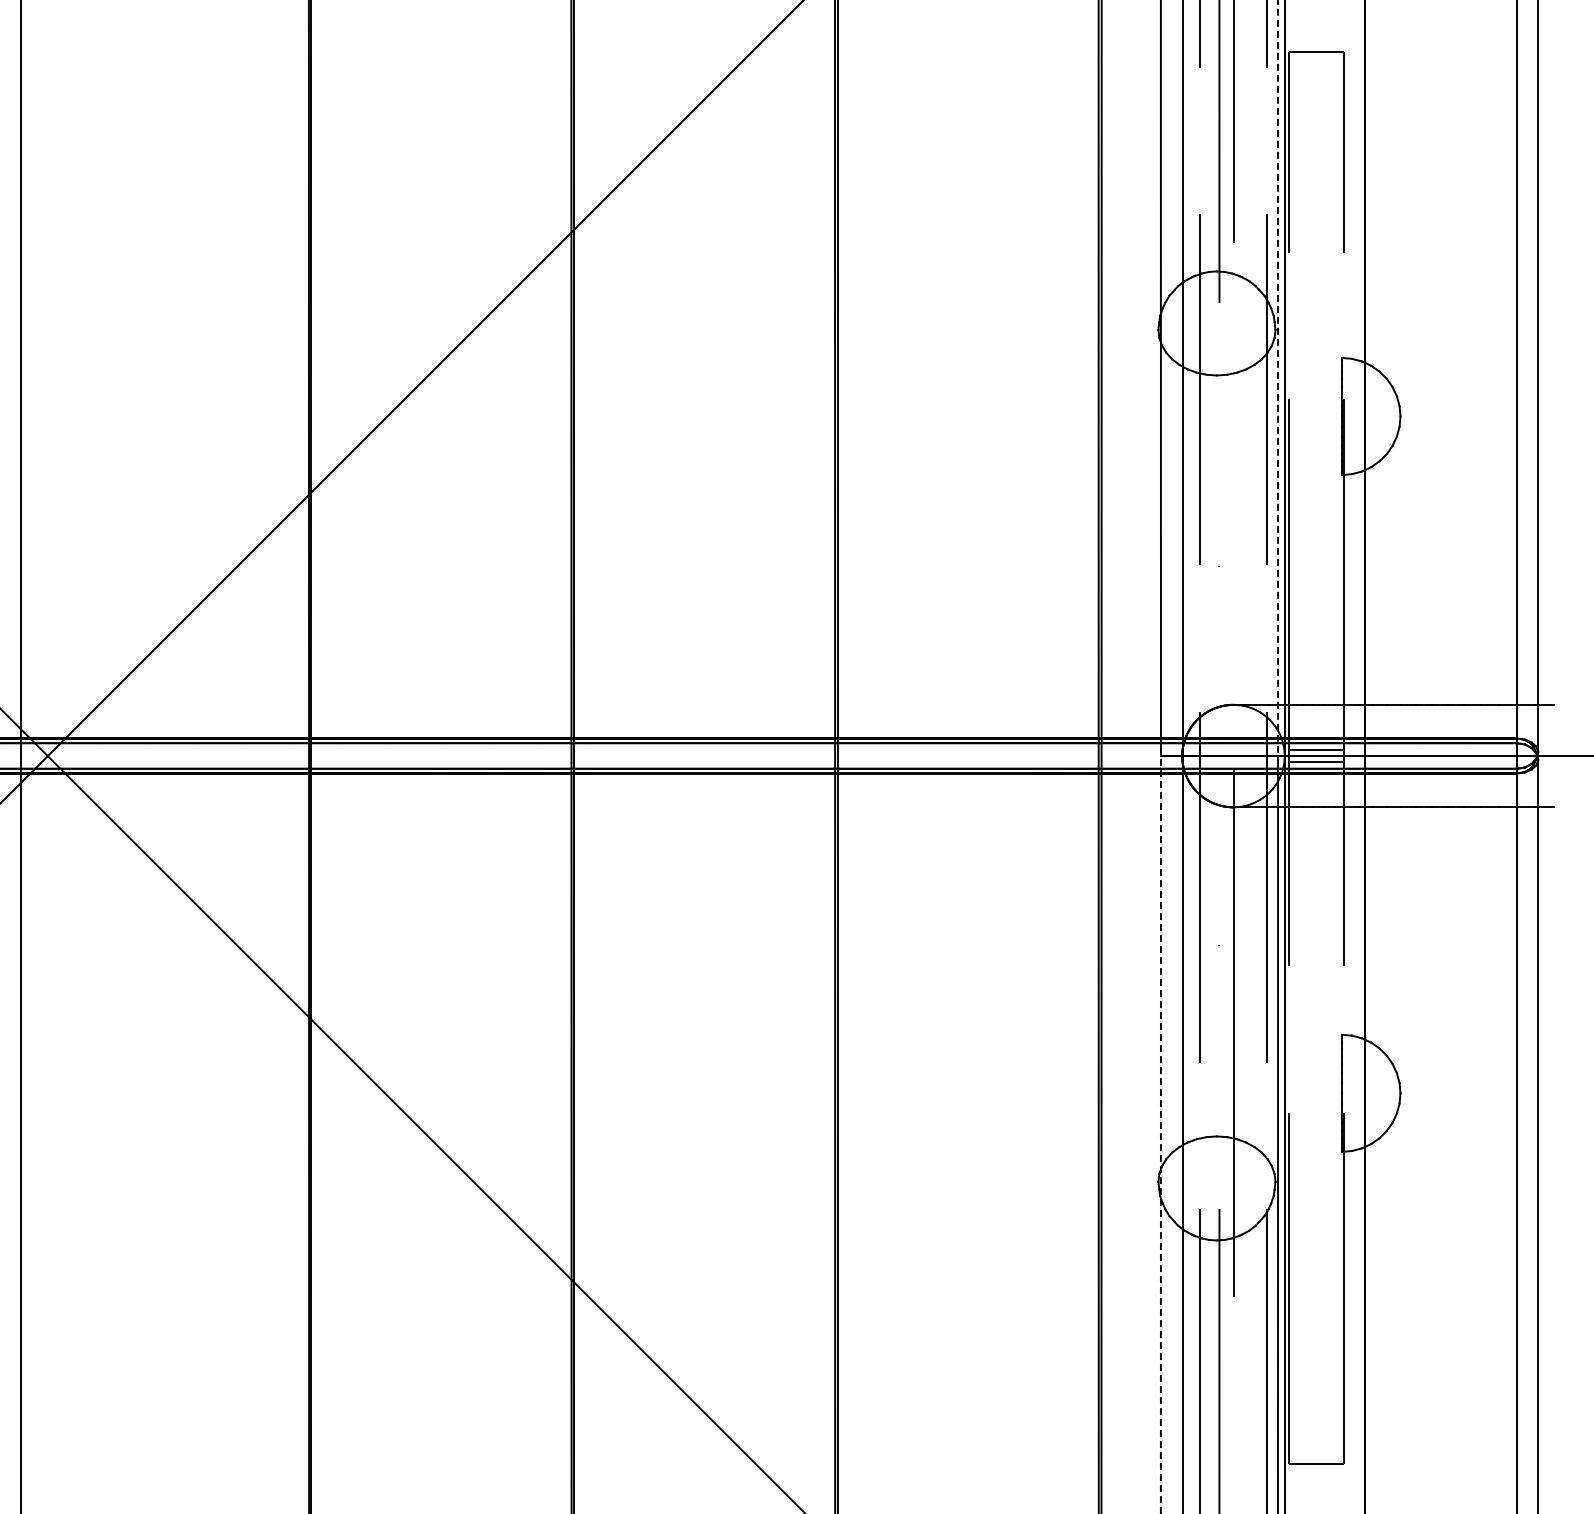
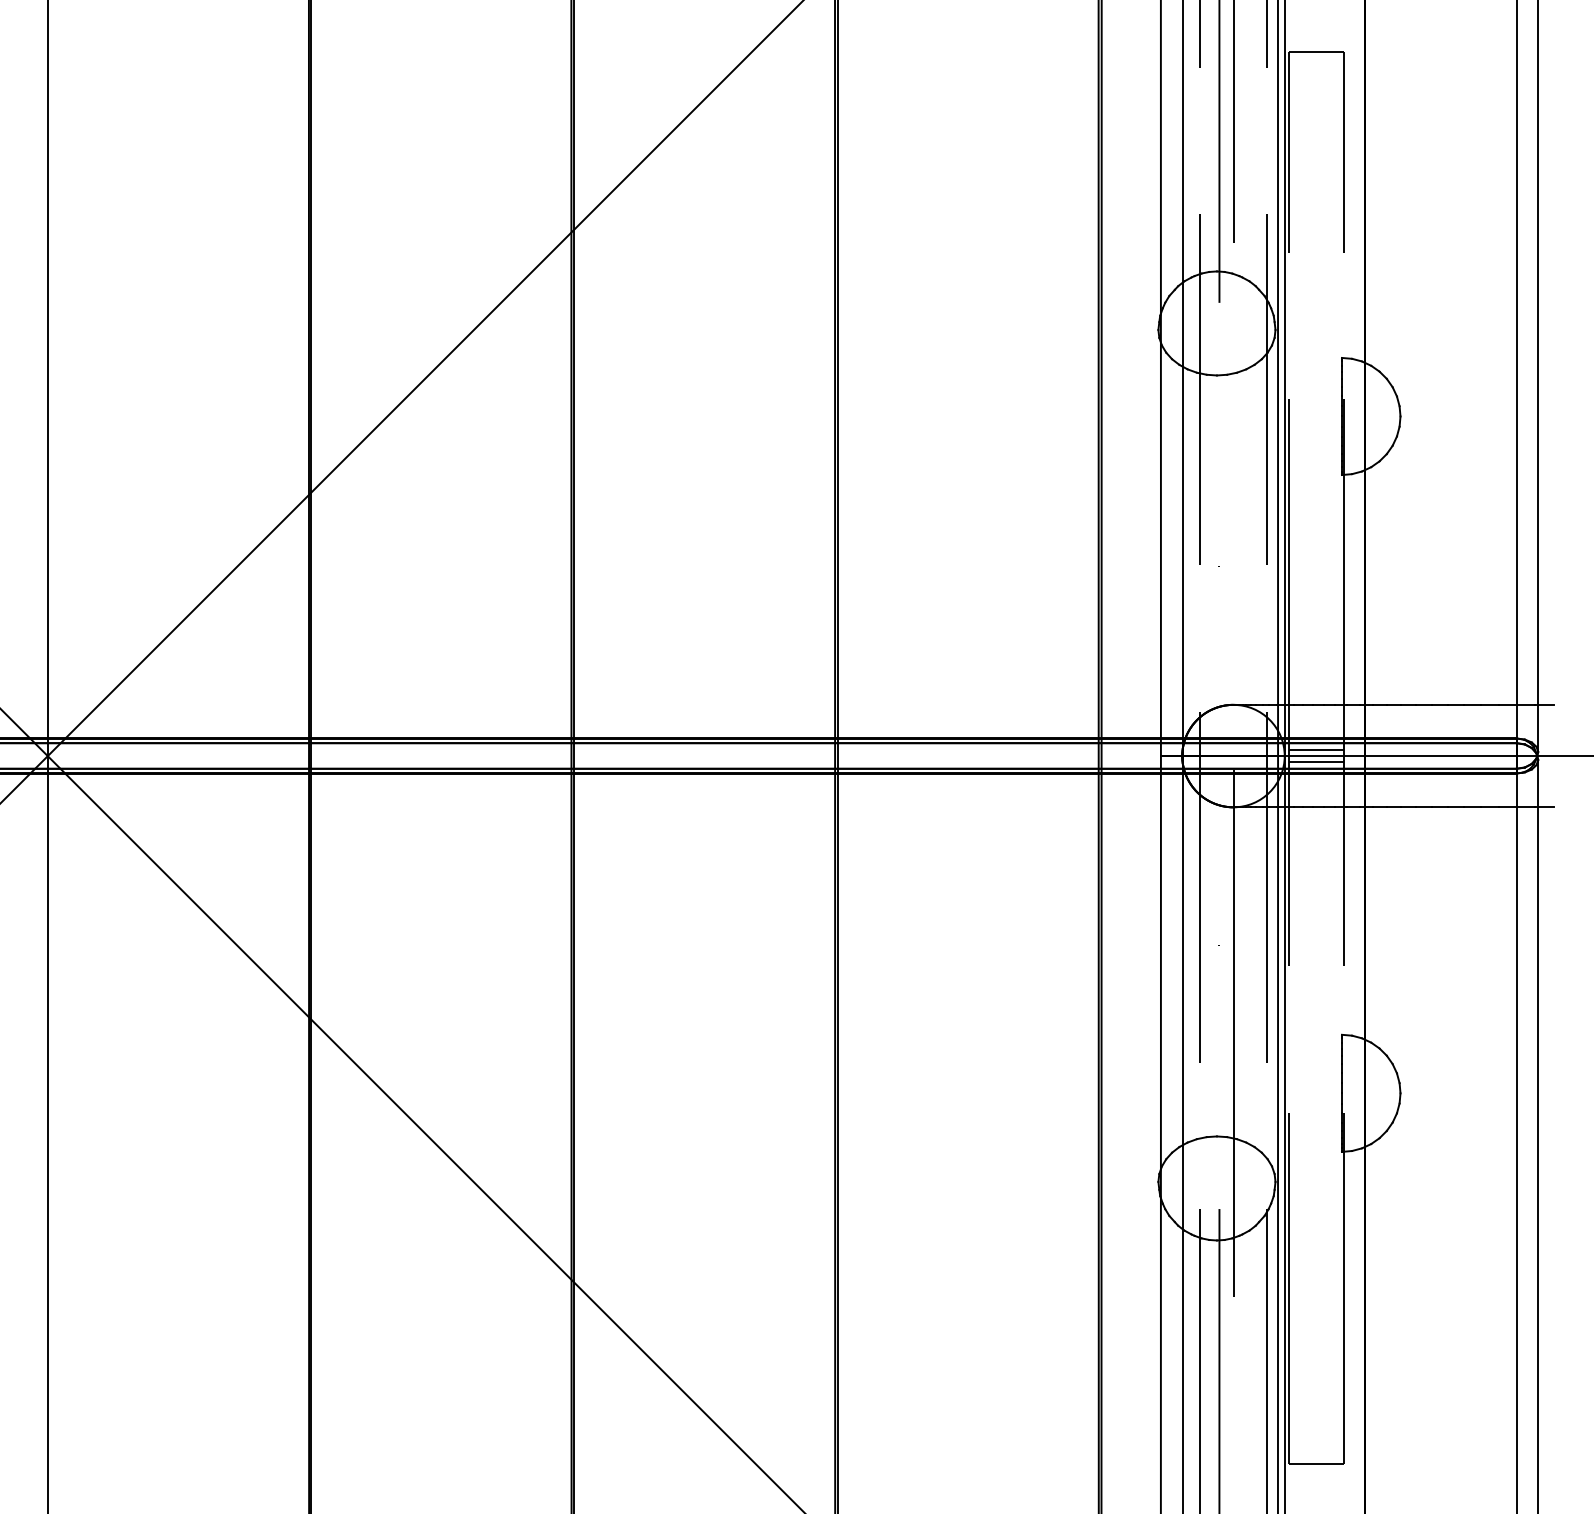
line at (1278, 378): dashed -> solid
line at (21, 756) position: (21, 756) -> (48, 756)
line at (1160, 1134): dashed -> solid
